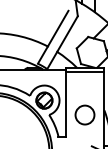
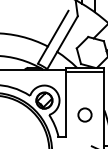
circle at (84, 114) size: 22x22 px -> 16x16 px
